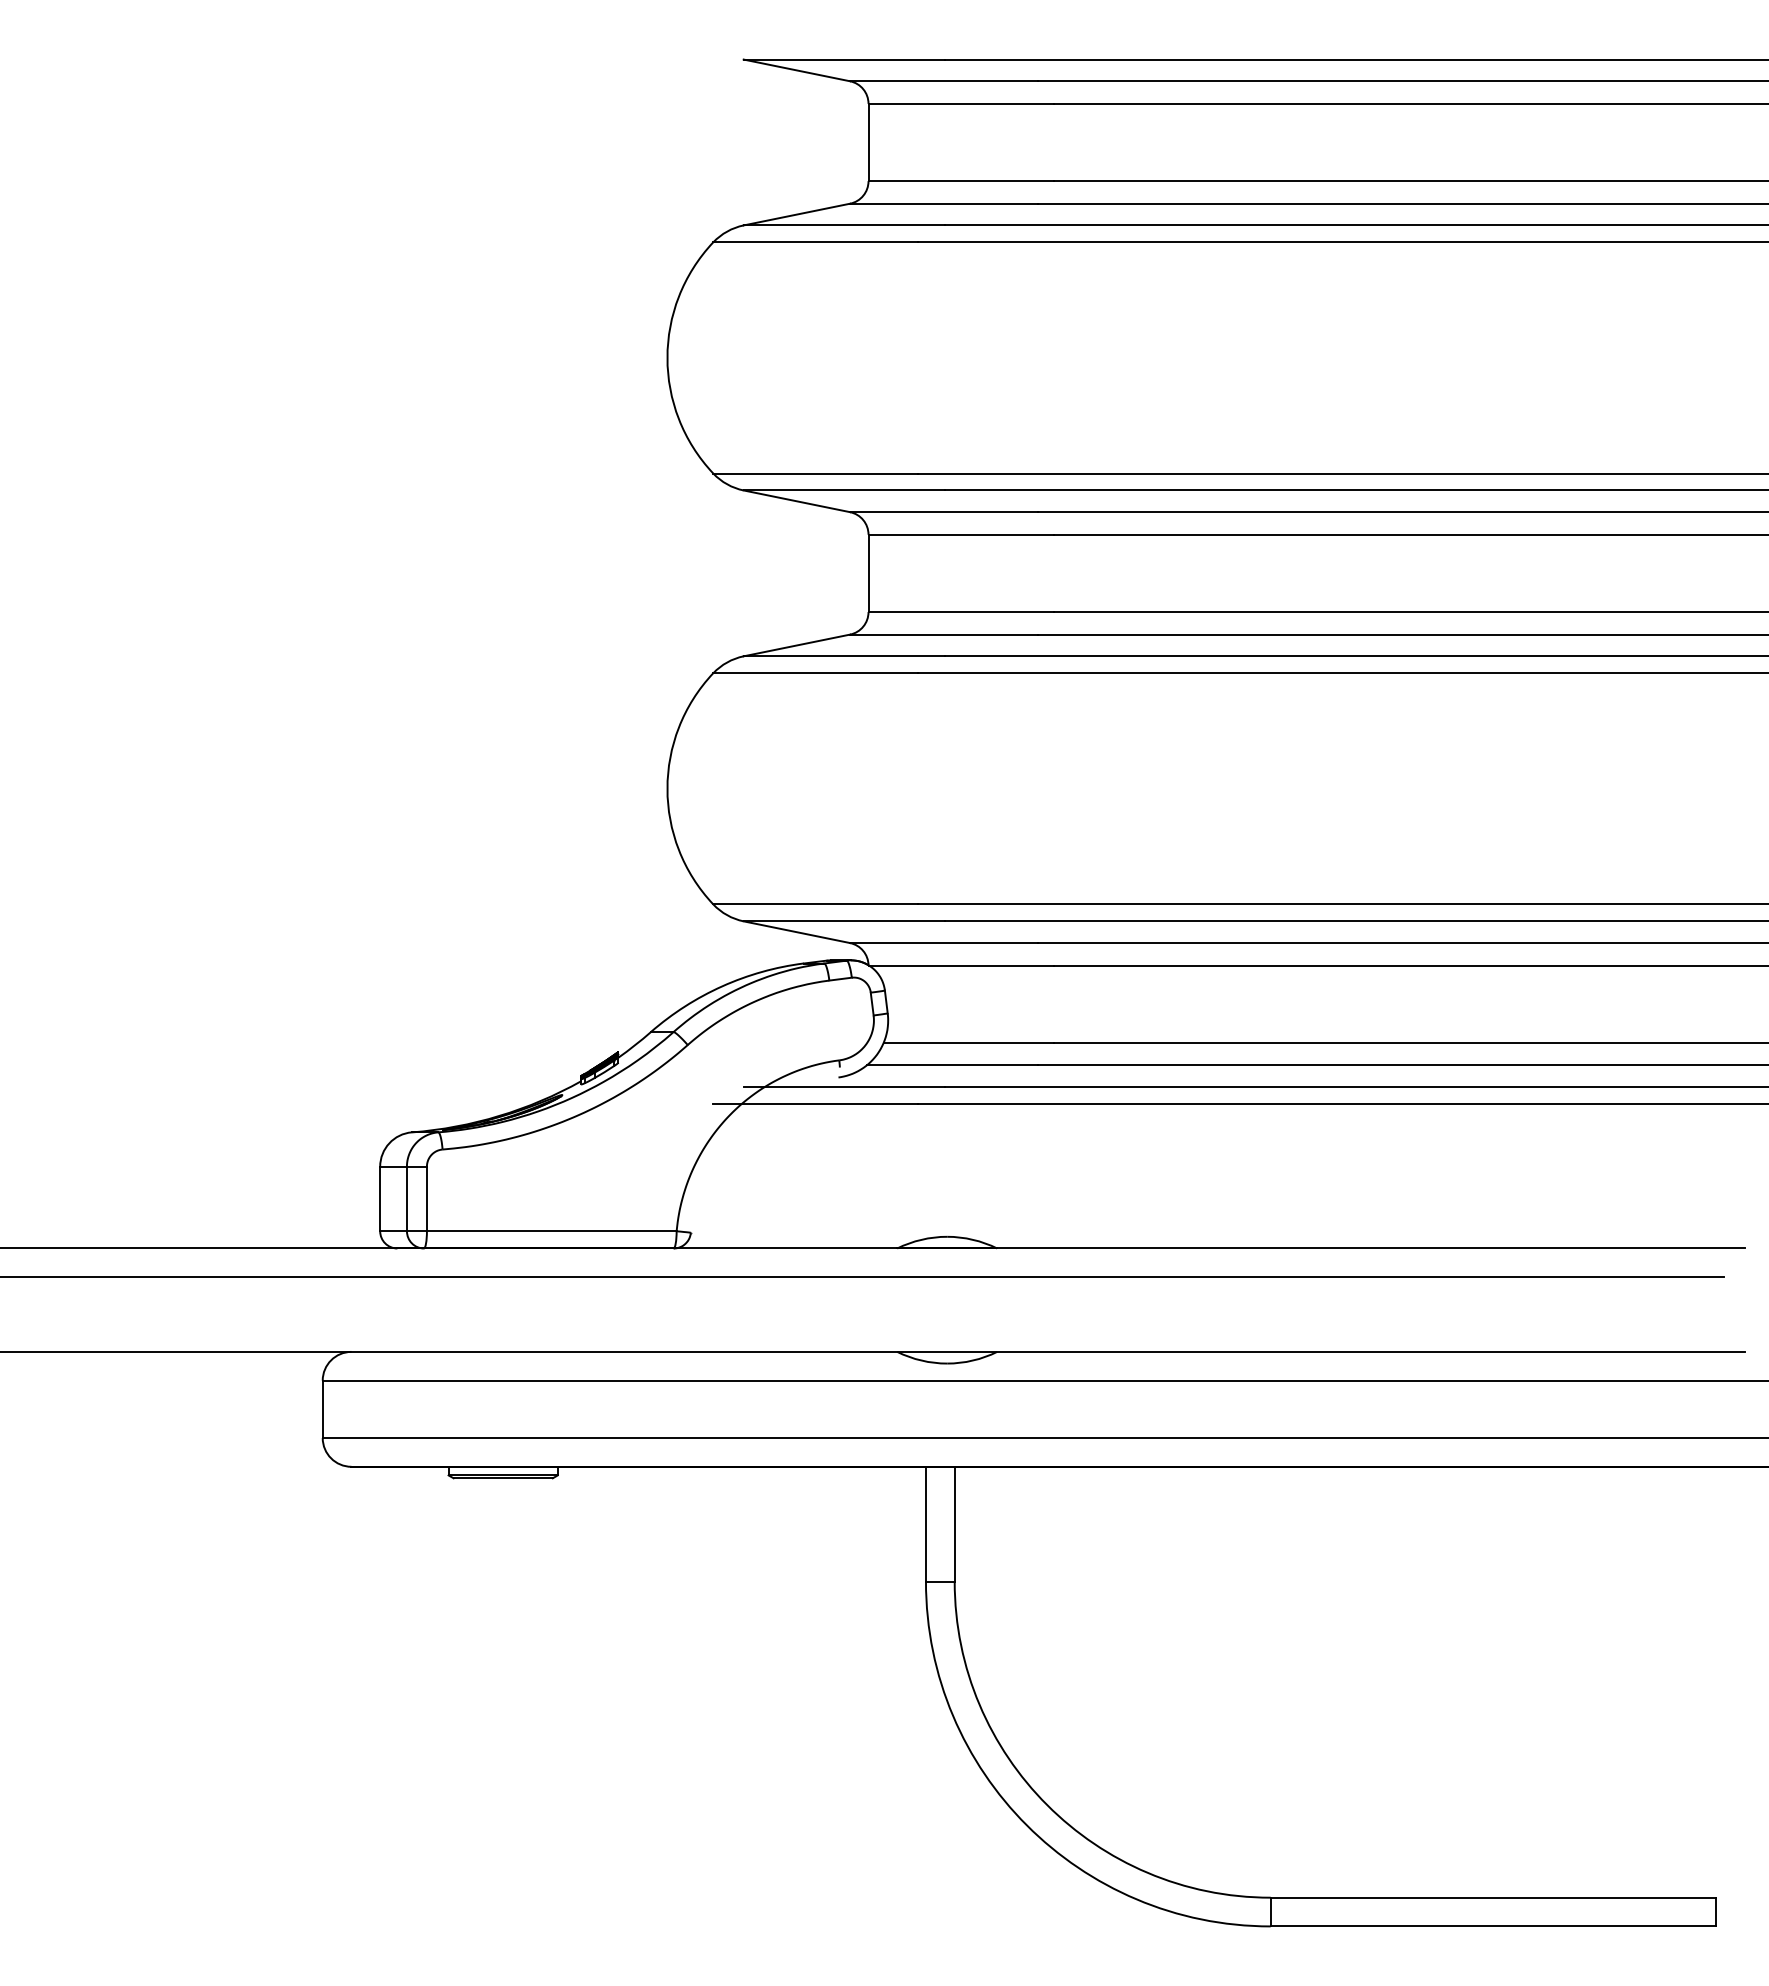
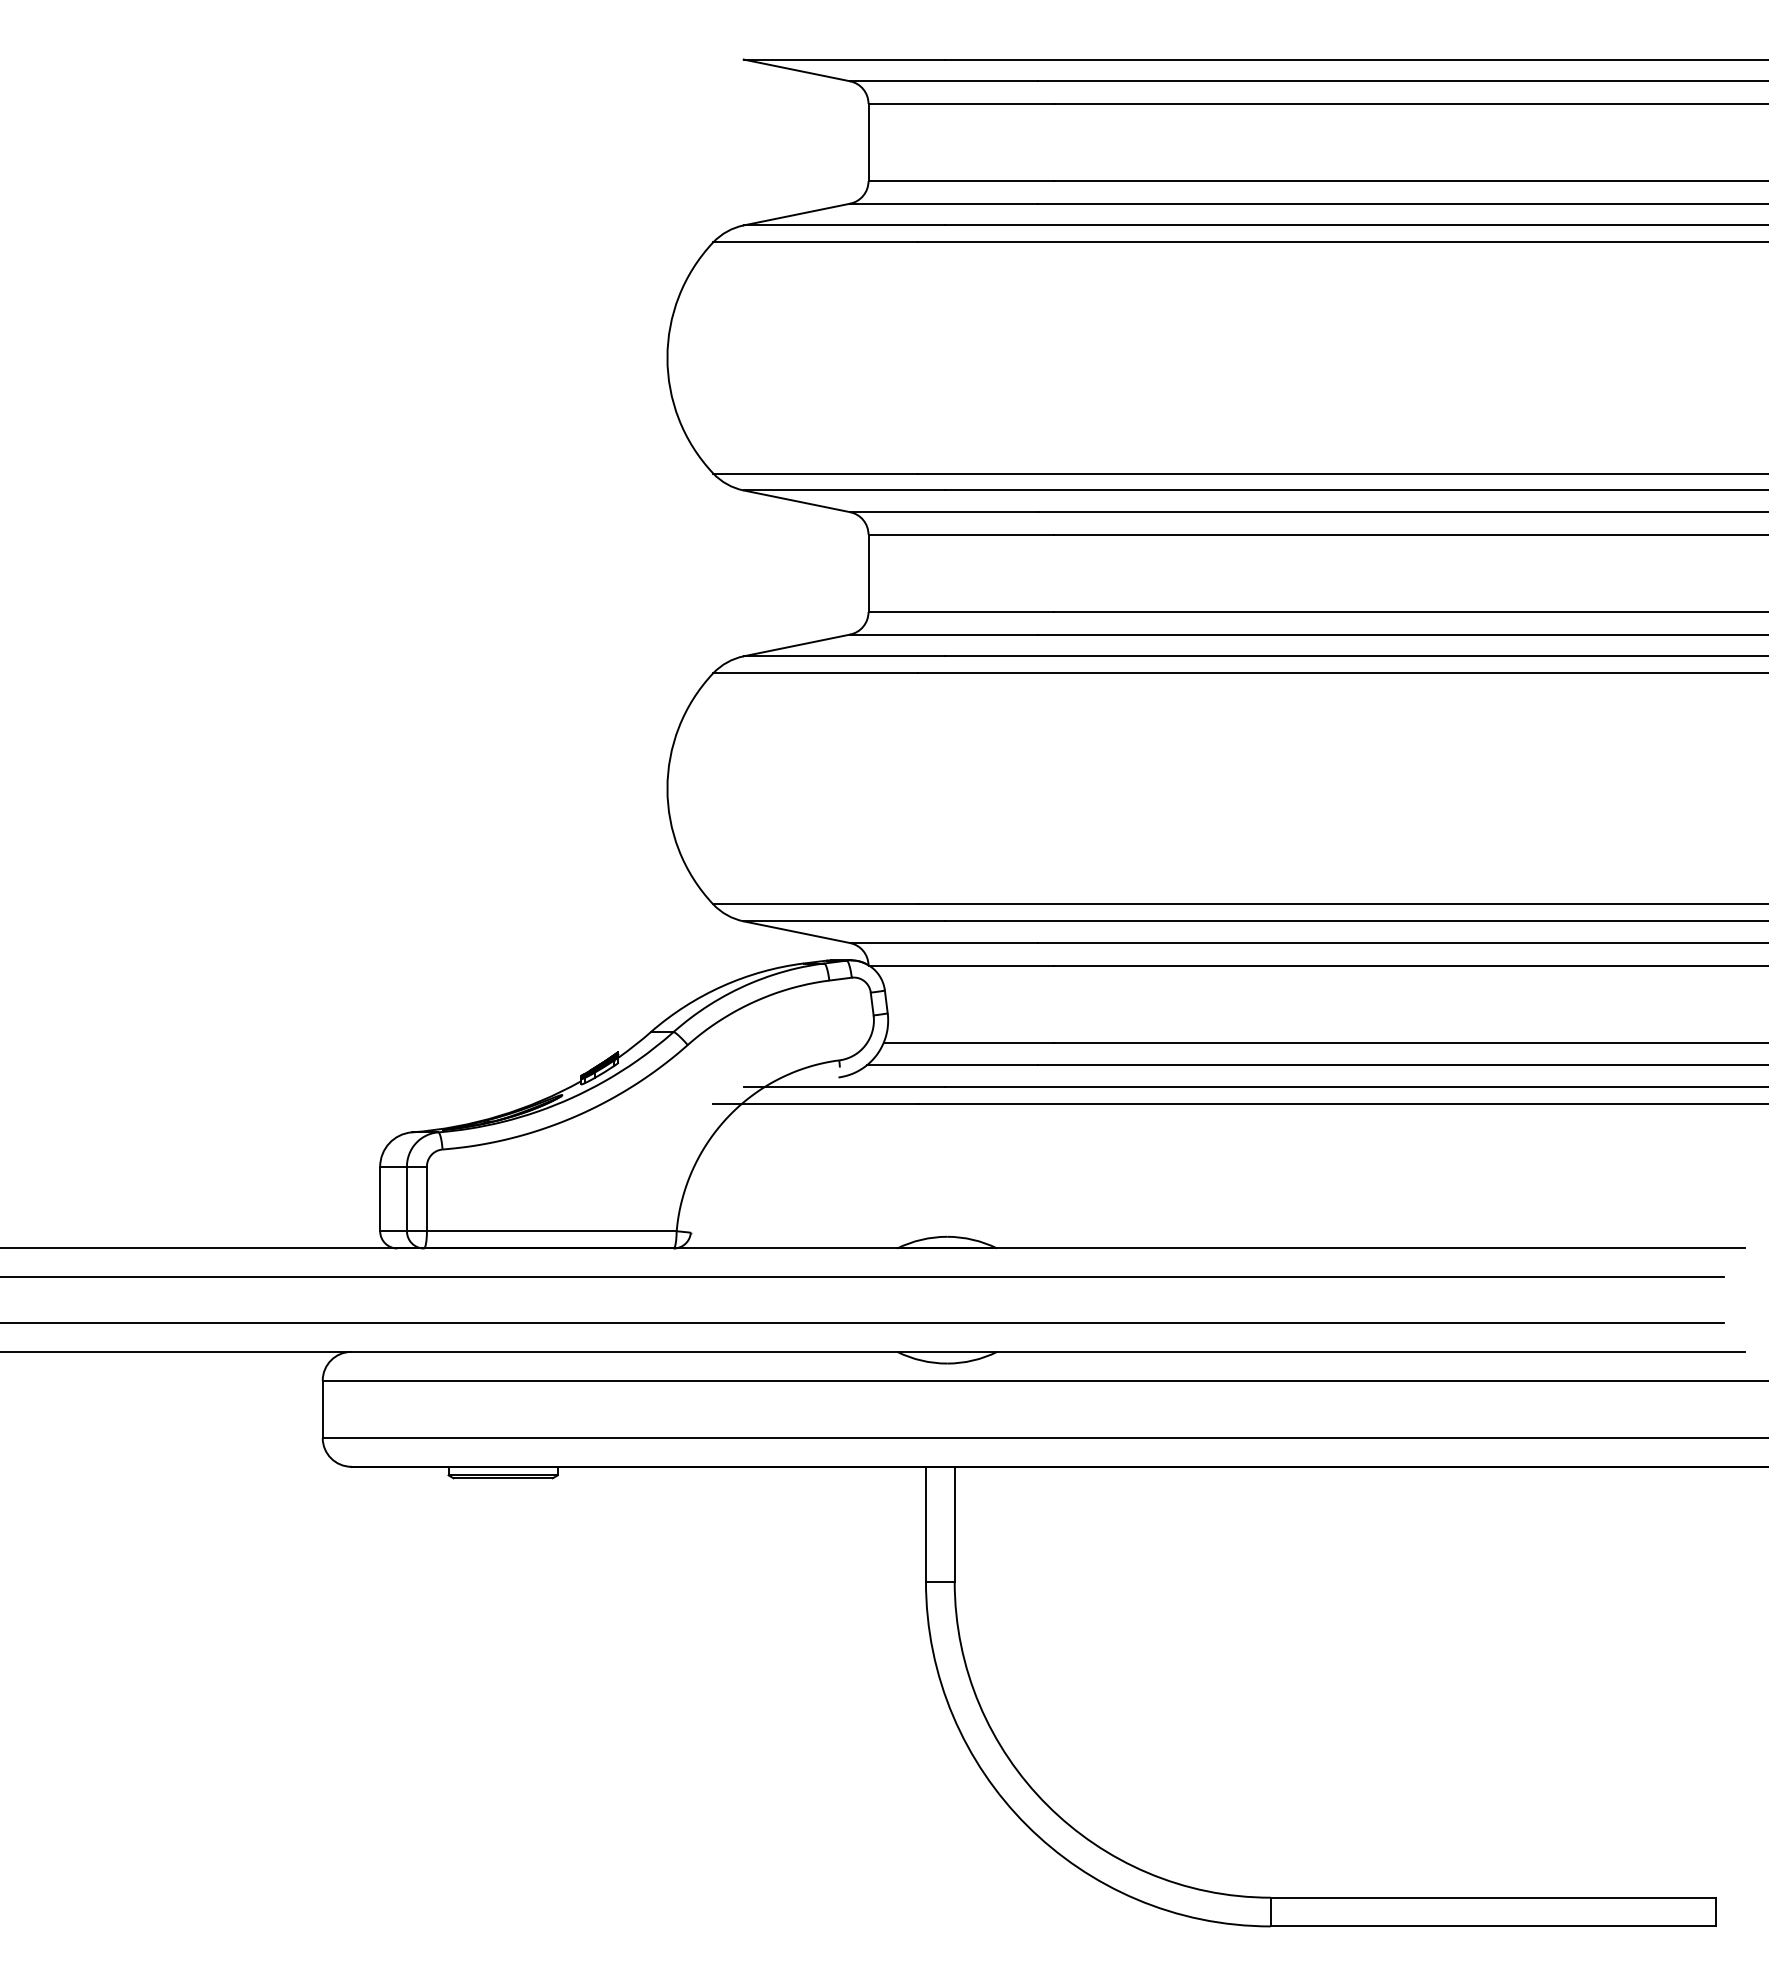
line at (863, 1323): none -> present
